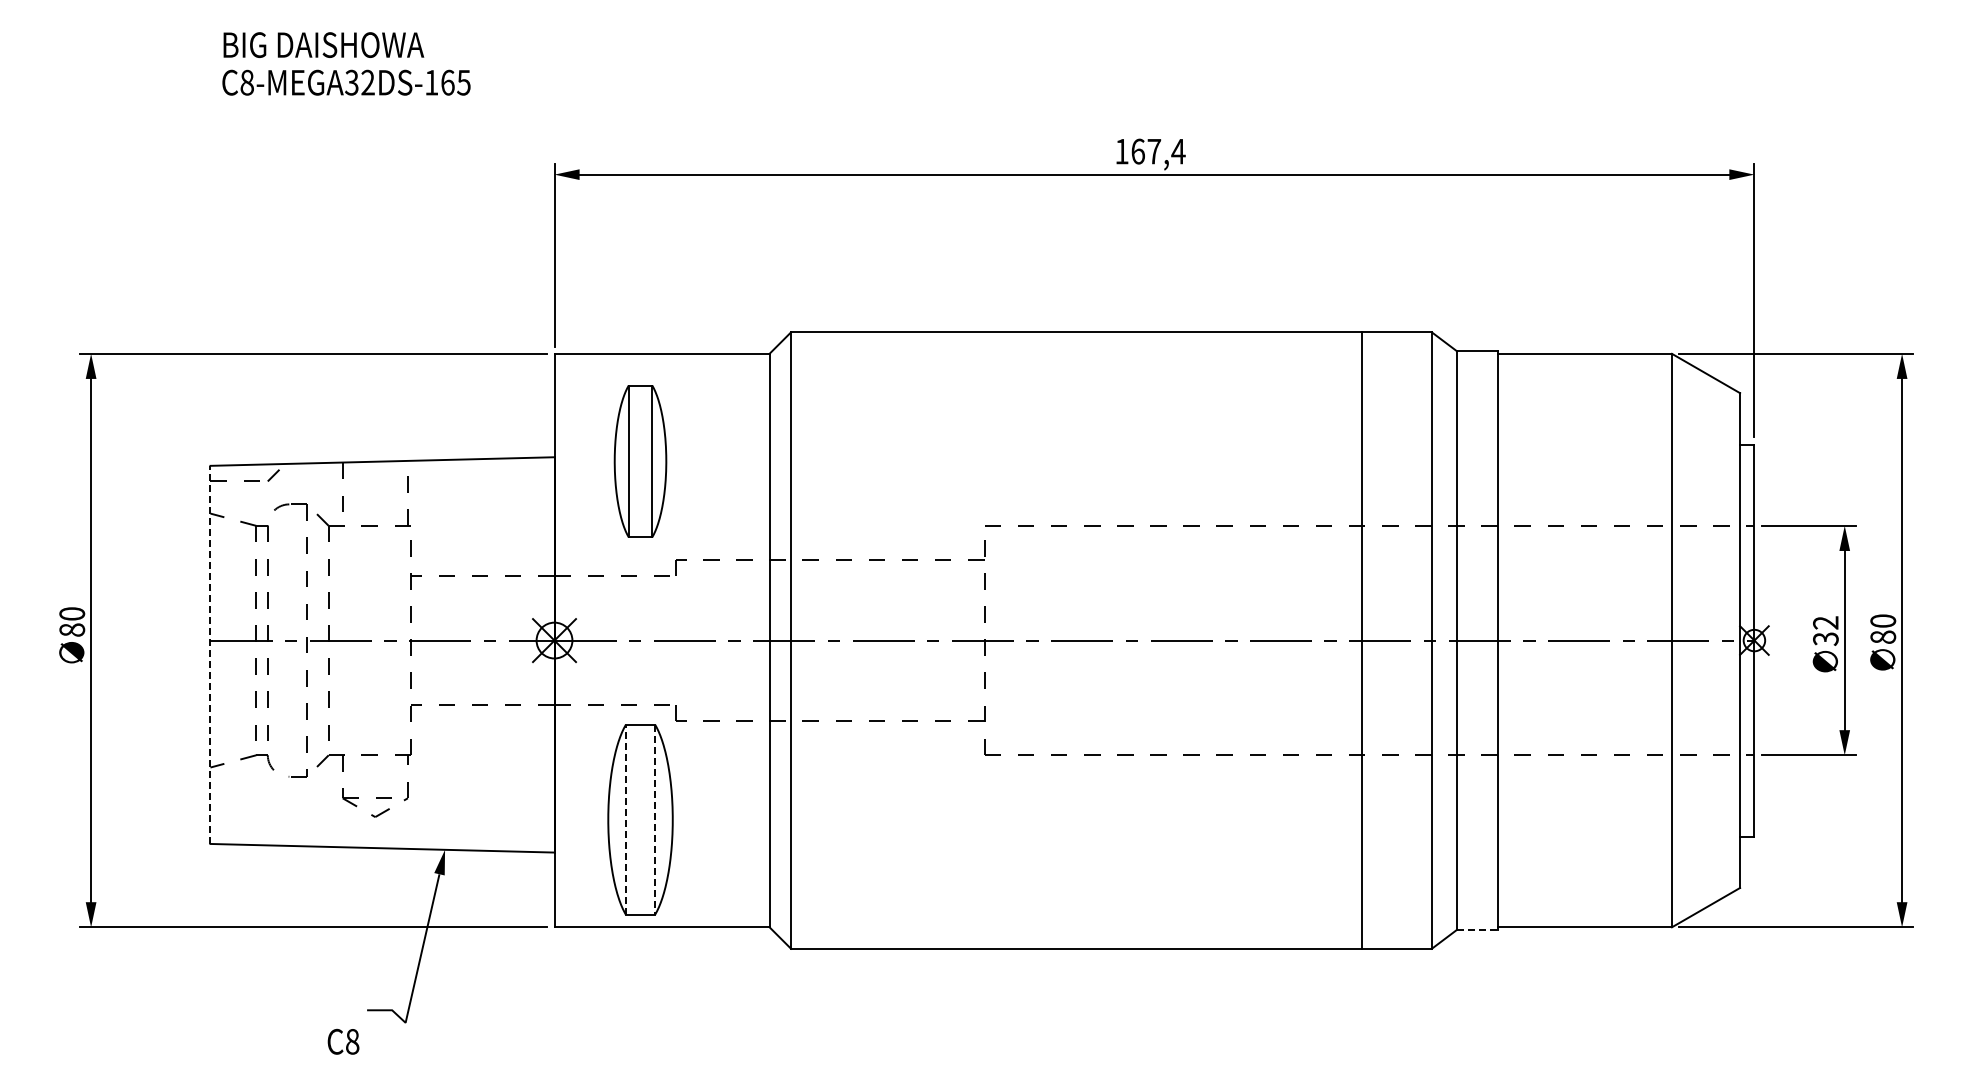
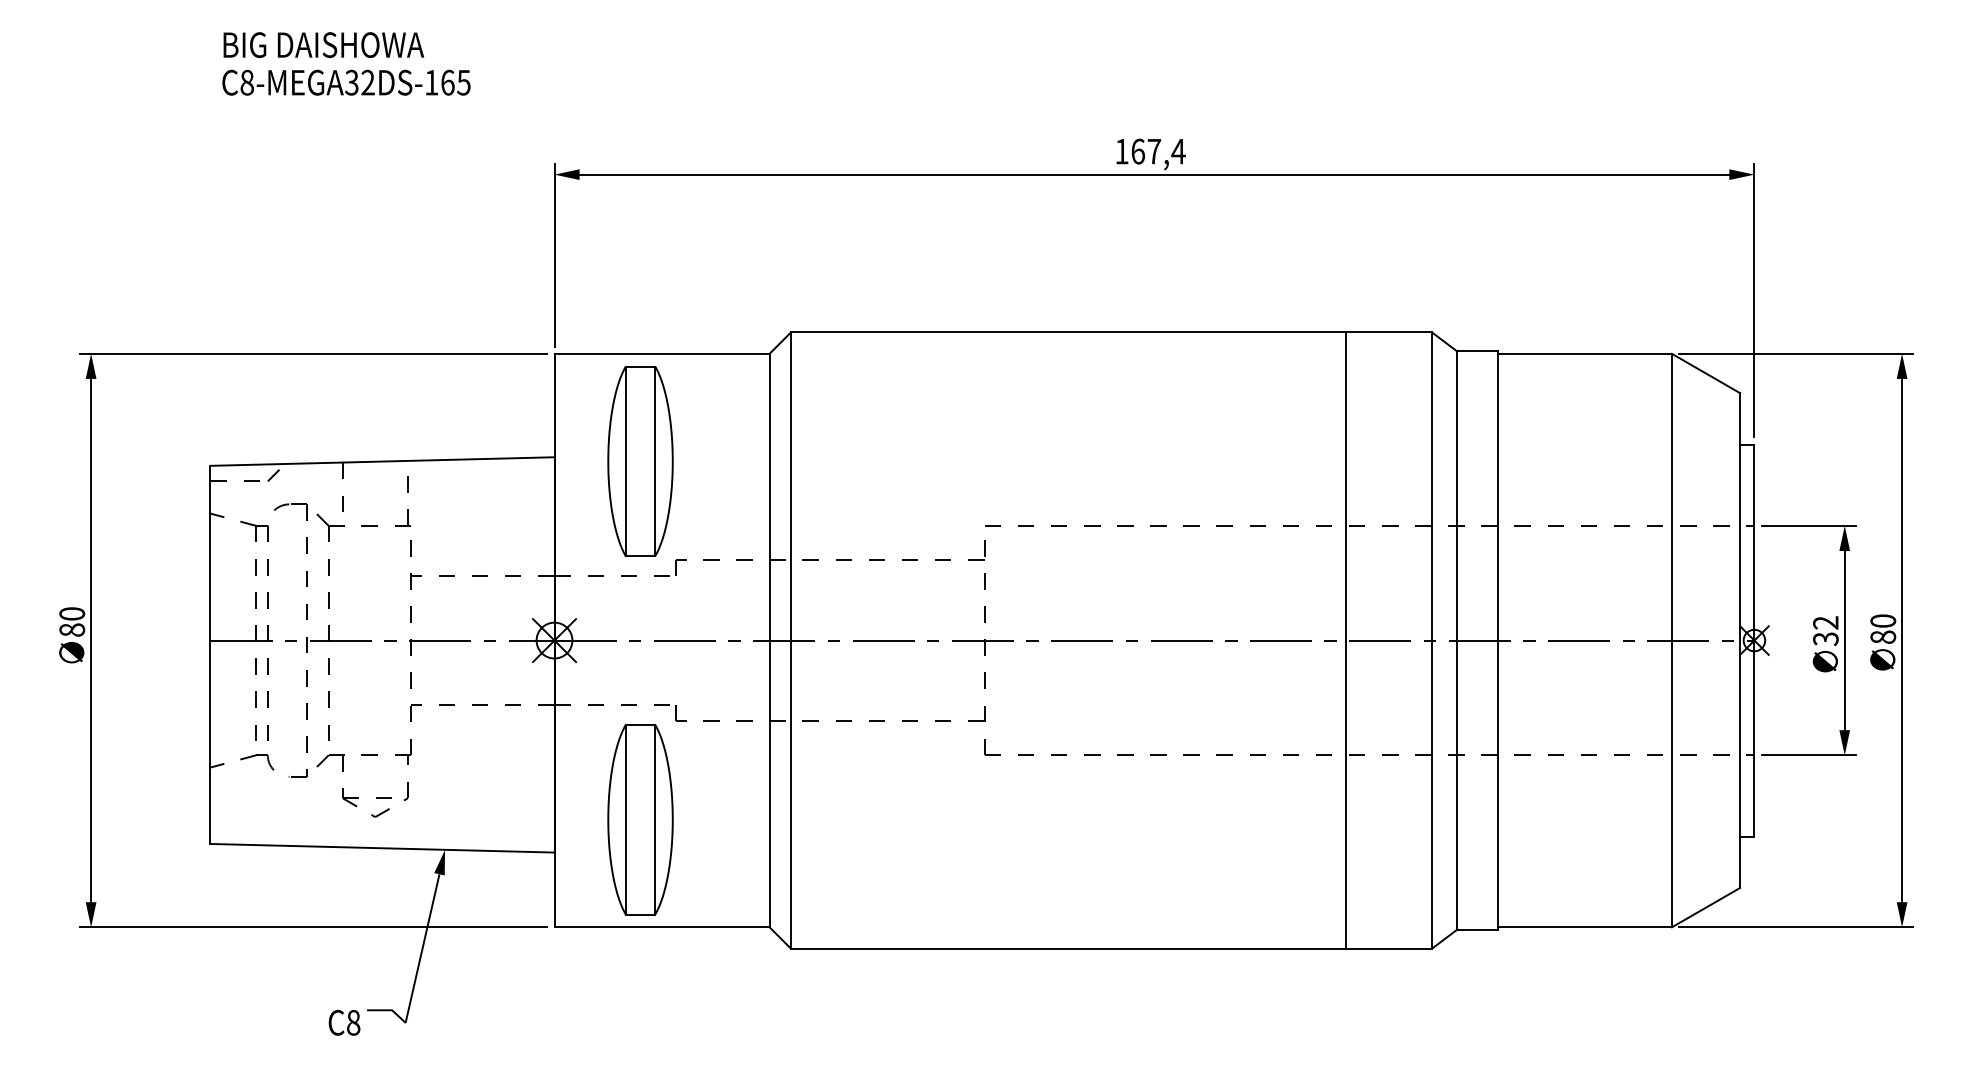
part at (640, 461) size: 55x153 px -> 67x191 px
line at (1361, 640) position: (1361, 640) -> (1345, 640)
line at (210, 654): dashed -> solid
line at (625, 819): dashed -> solid
line at (655, 819): dashed -> solid
line at (1477, 929): dashed -> solid
text at (343, 1041) position: (343, 1041) -> (344, 1022)
